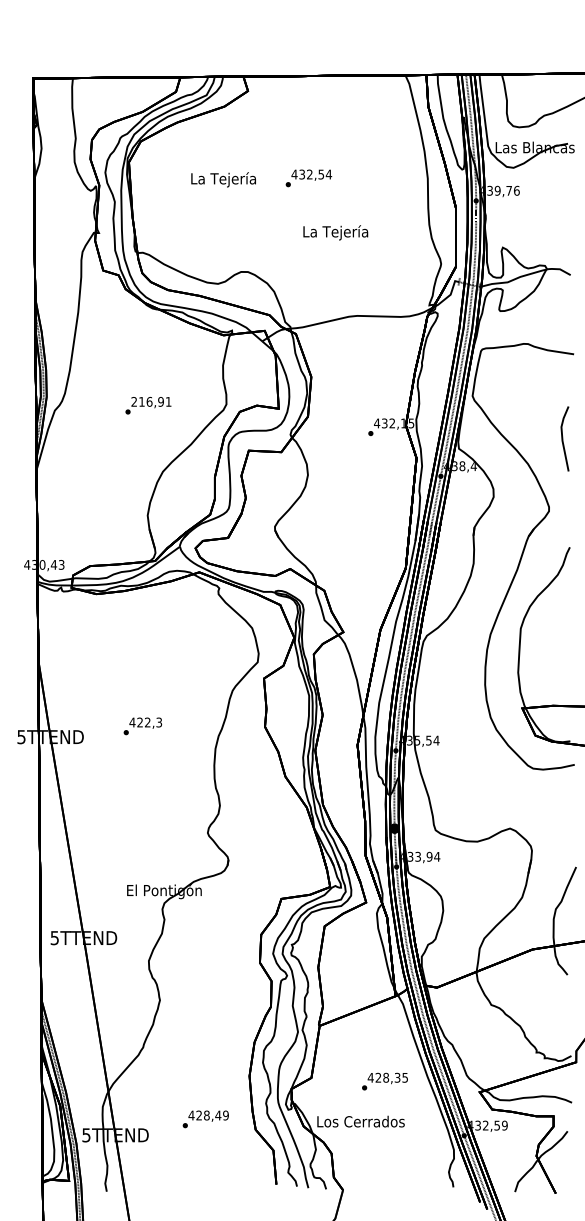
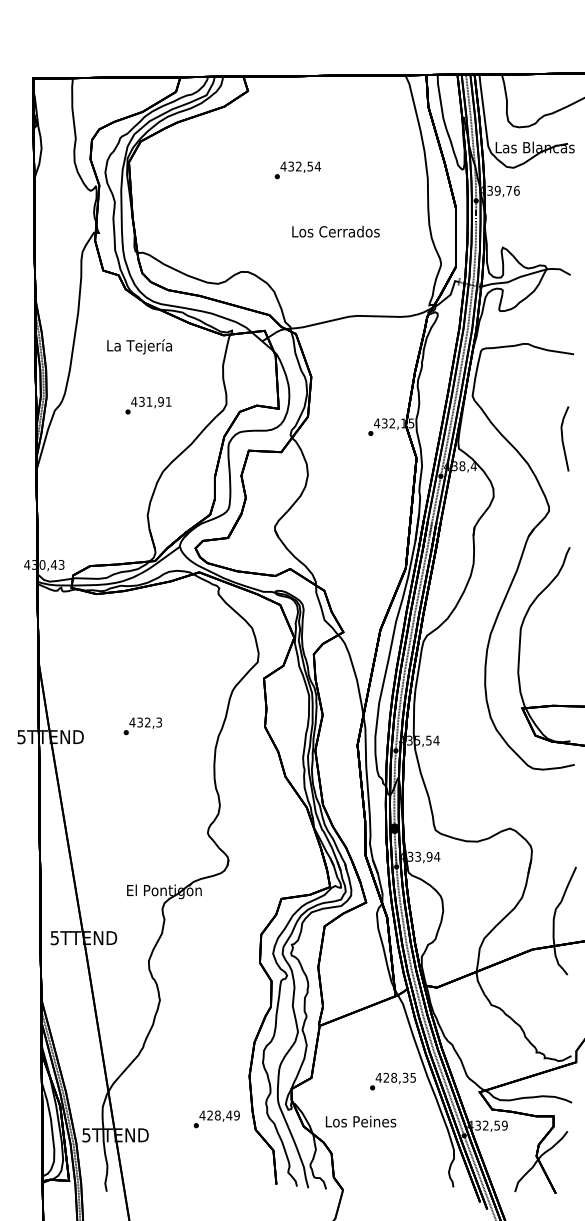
text at (308, 178) position: (308, 178) -> (297, 170)
text at (223, 179) position: (223, 179) -> (139, 346)
text at (335, 232): La Tejería -> Los Cerrados
text at (141, 401): 216,91 -> 431,91
text at (139, 722): 422,3 -> 432,3
text at (384, 1081) position: (384, 1081) -> (392, 1081)
text at (205, 1119) position: (205, 1119) -> (216, 1119)
text at (360, 1121): Los Cerrados -> Los Peines
